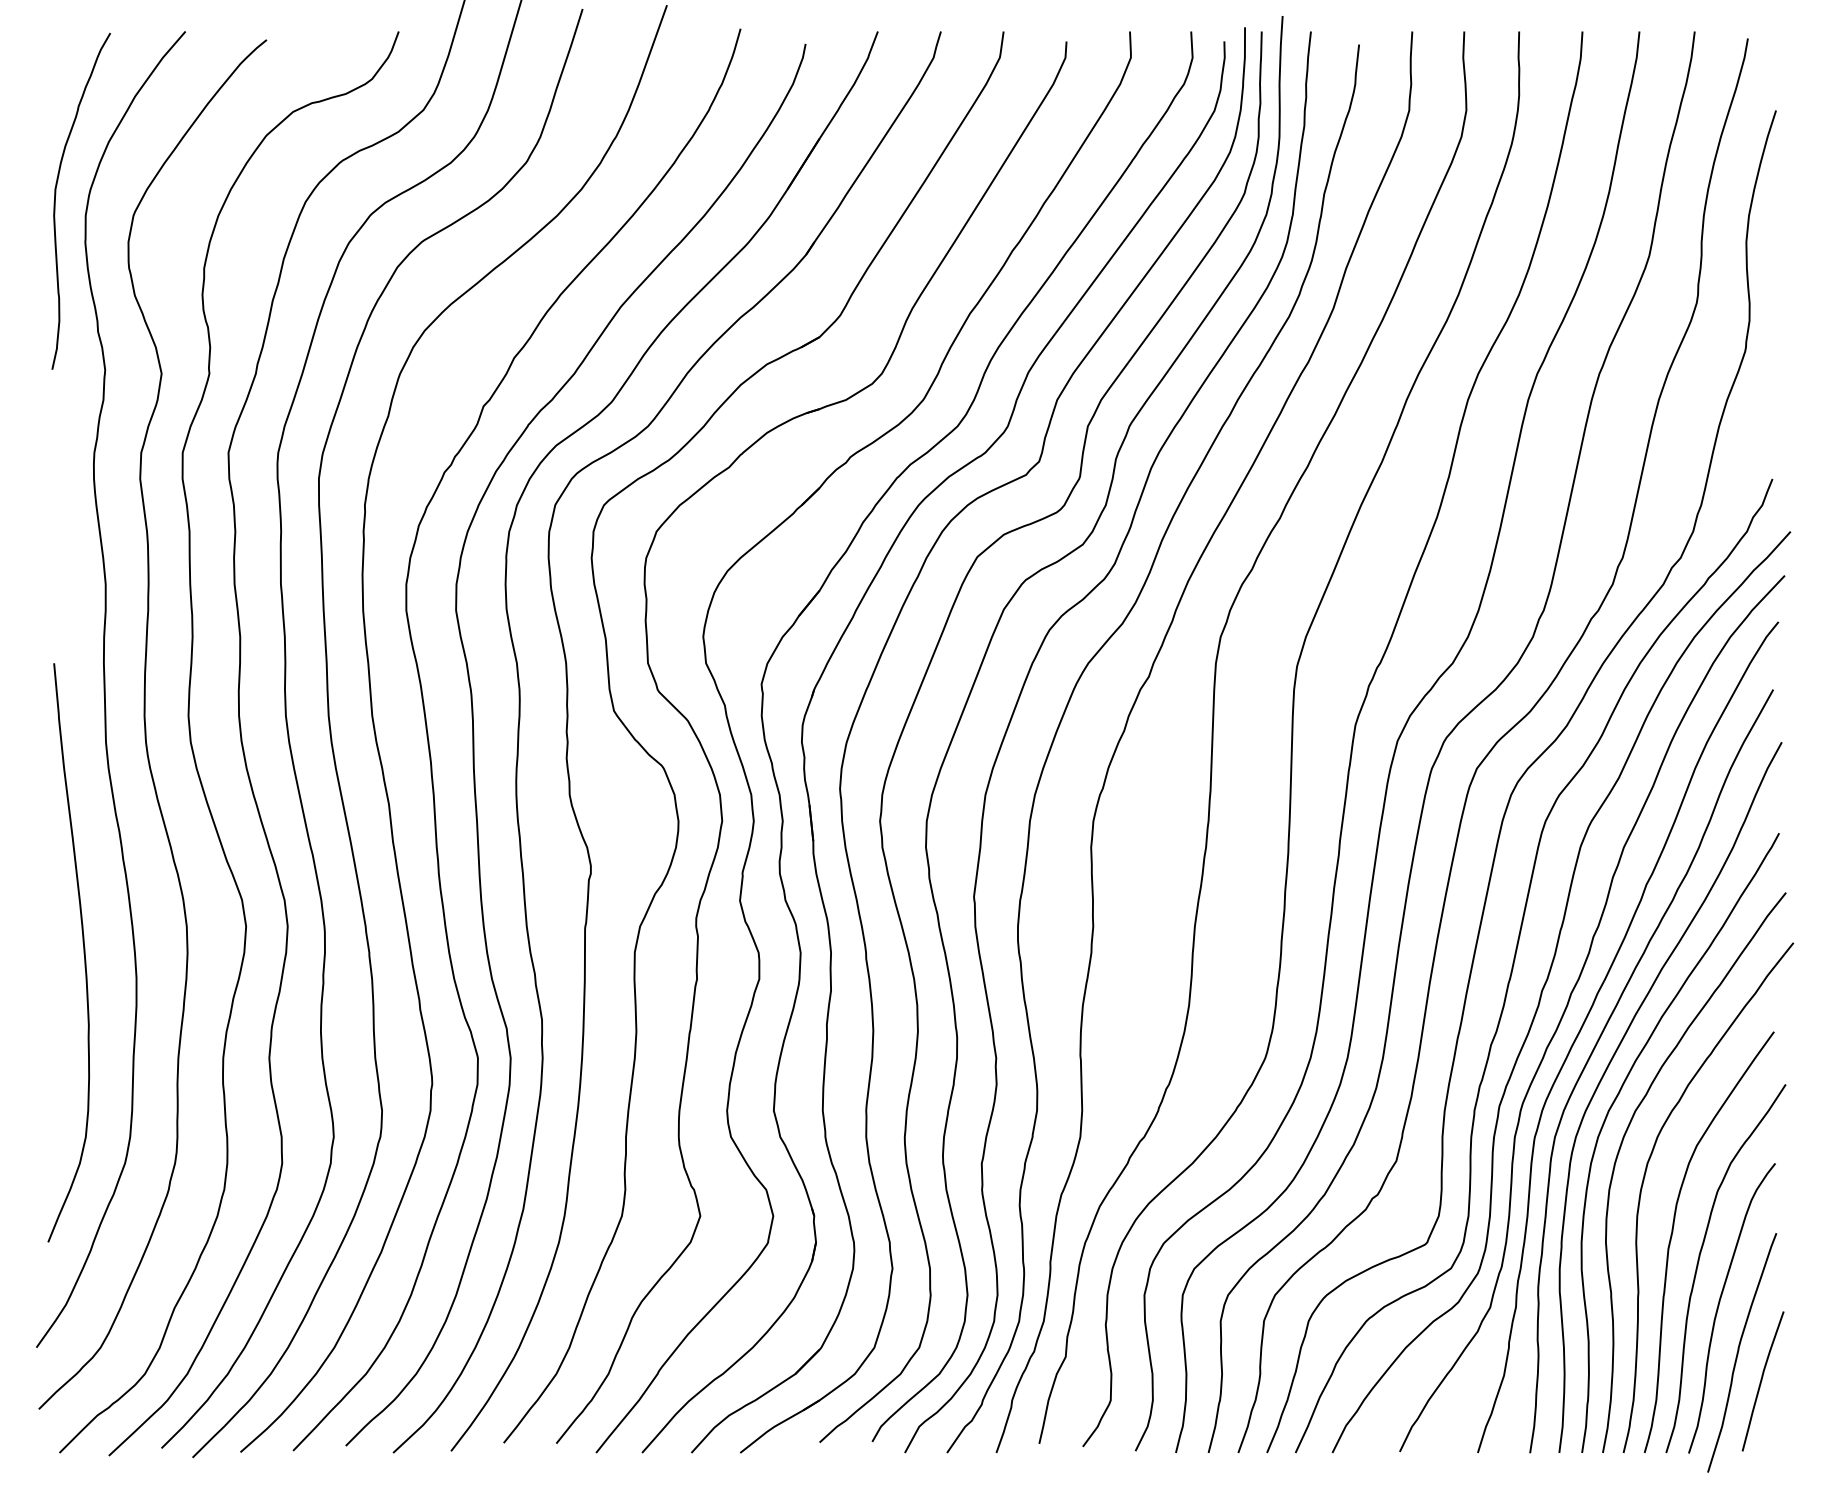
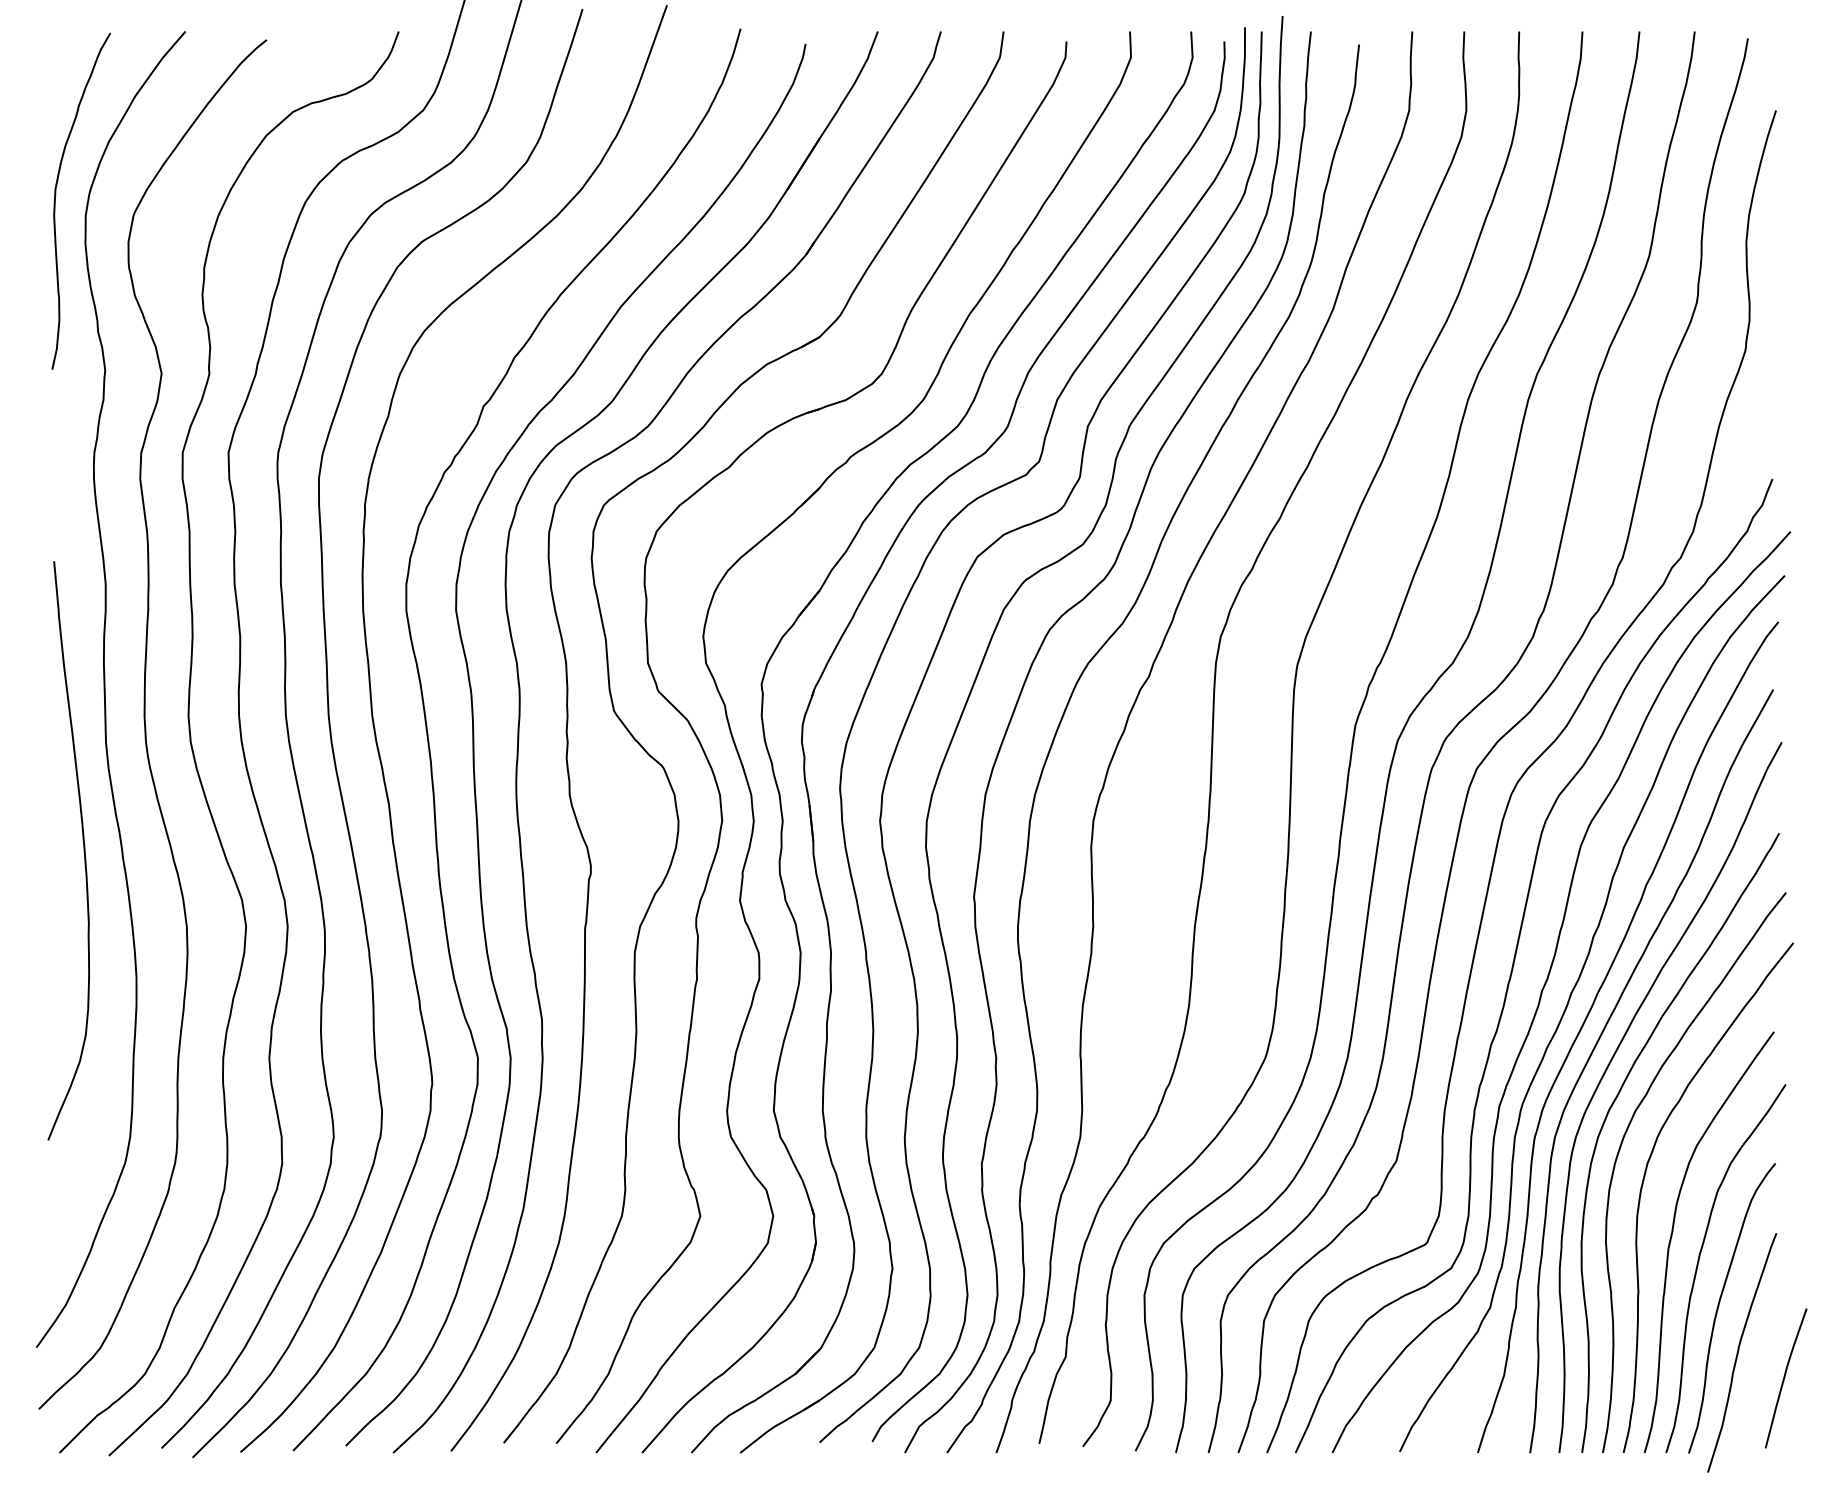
curve at (83, 952) position: (83, 952) -> (83, 850)
curve at (1762, 1380) position: (1762, 1380) -> (1785, 1377)
